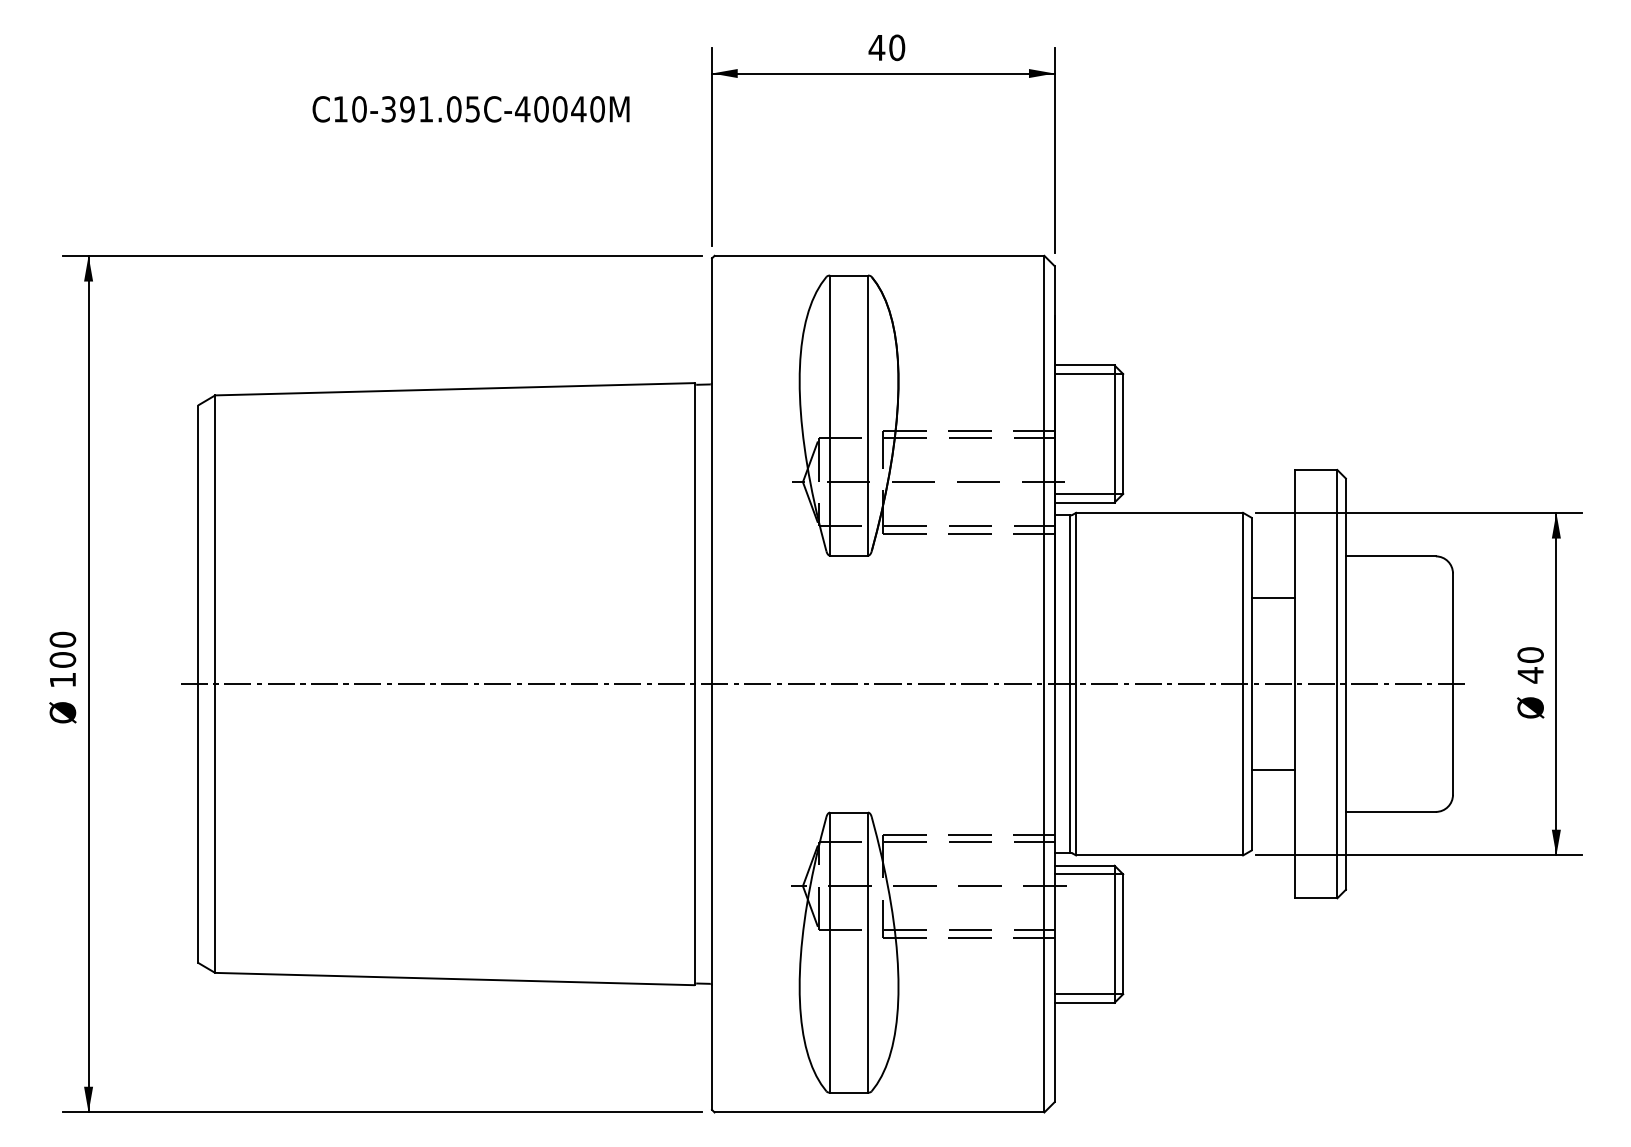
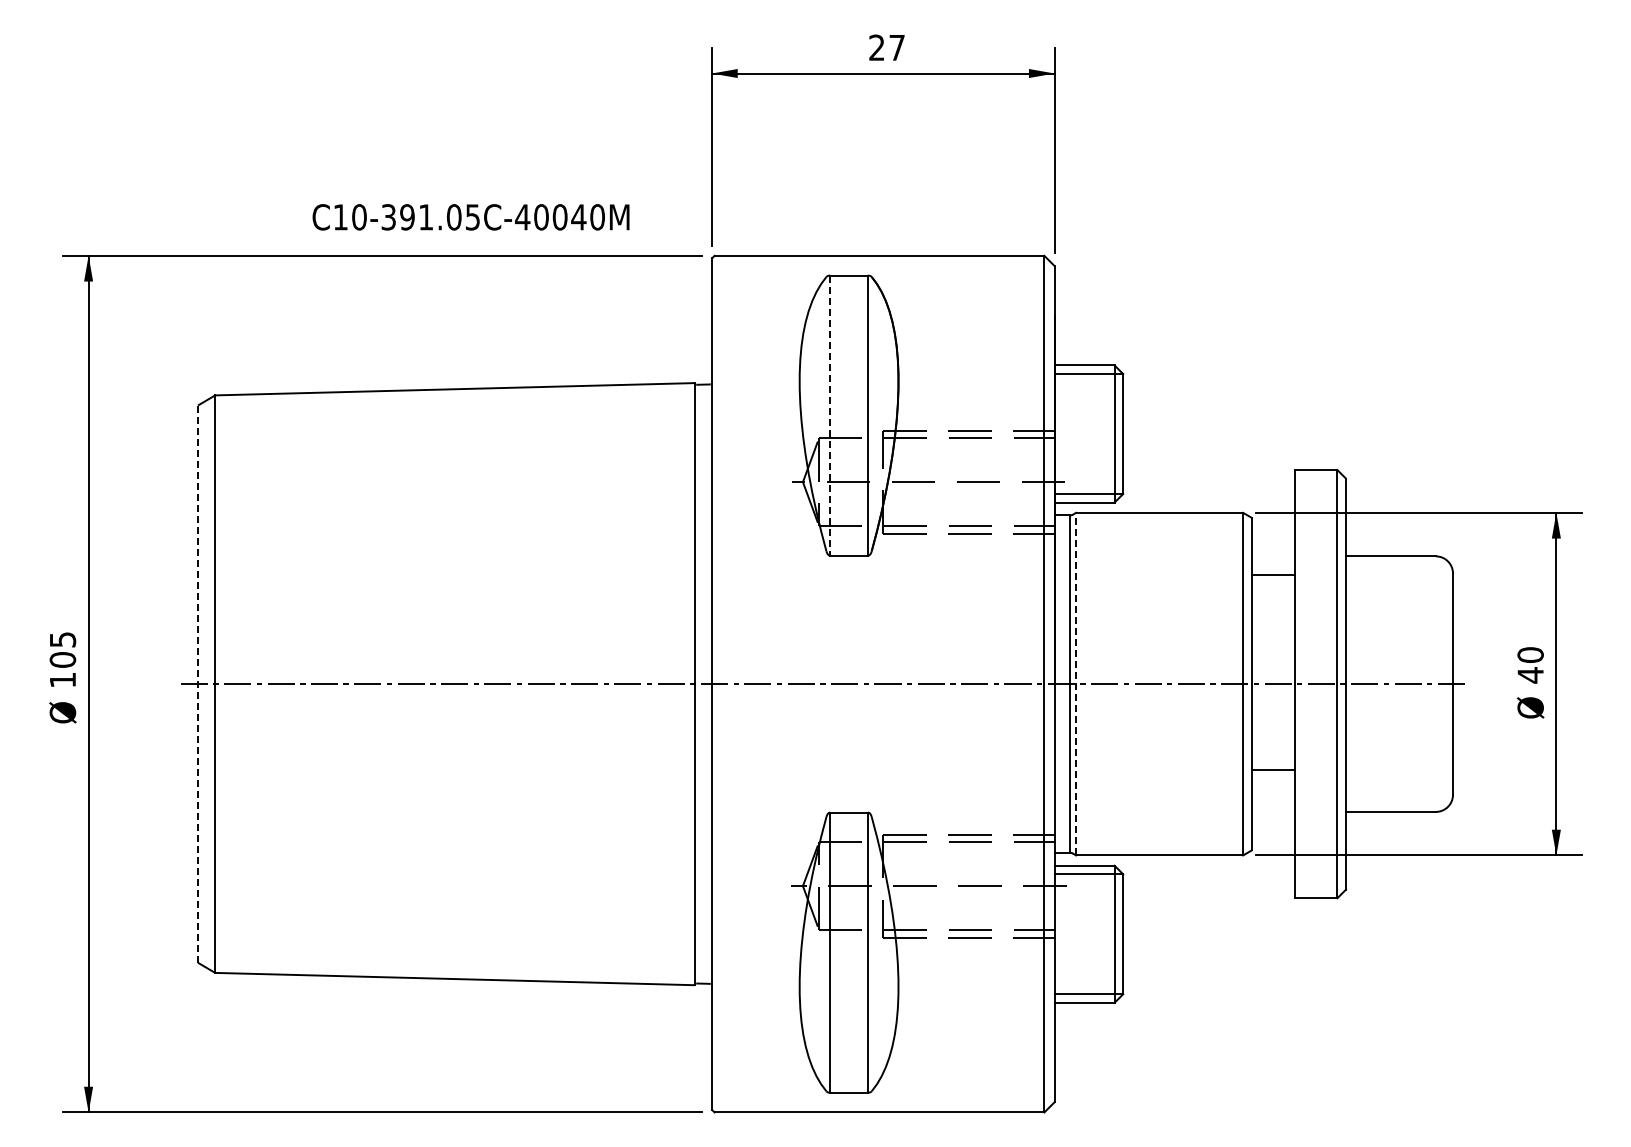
text at (886, 47): 40 -> 27
text at (470, 109) position: (470, 109) -> (470, 217)
line at (830, 416): solid -> dashed
line at (1272, 598) position: (1272, 598) -> (1272, 575)
text at (62, 639): 100 -> 105
line at (1076, 683): solid -> dashed
line at (198, 684): solid -> dashed
